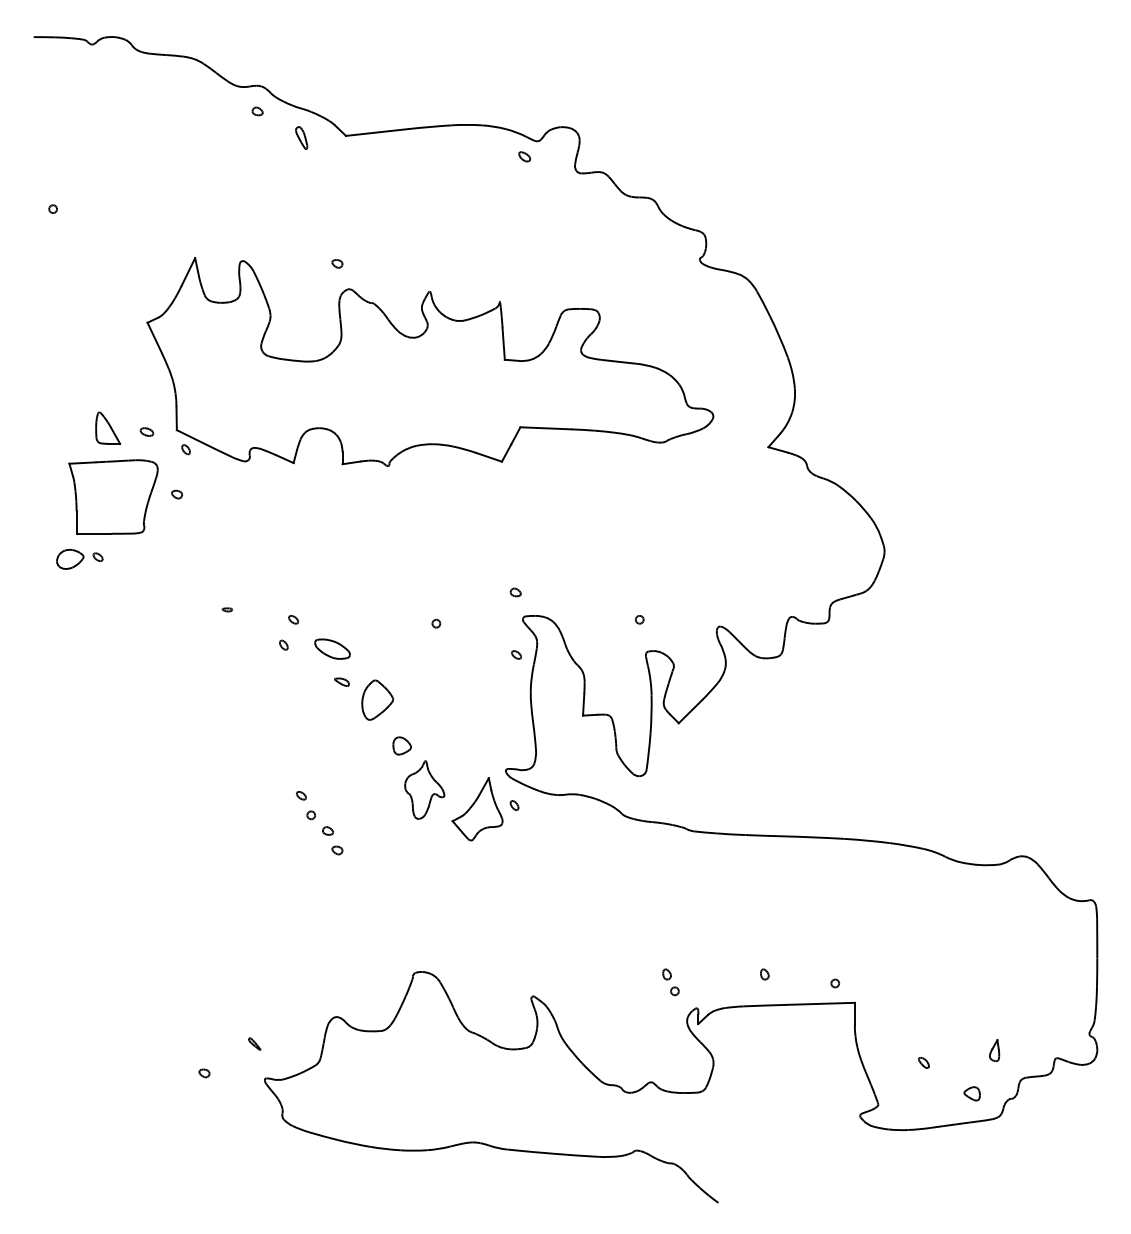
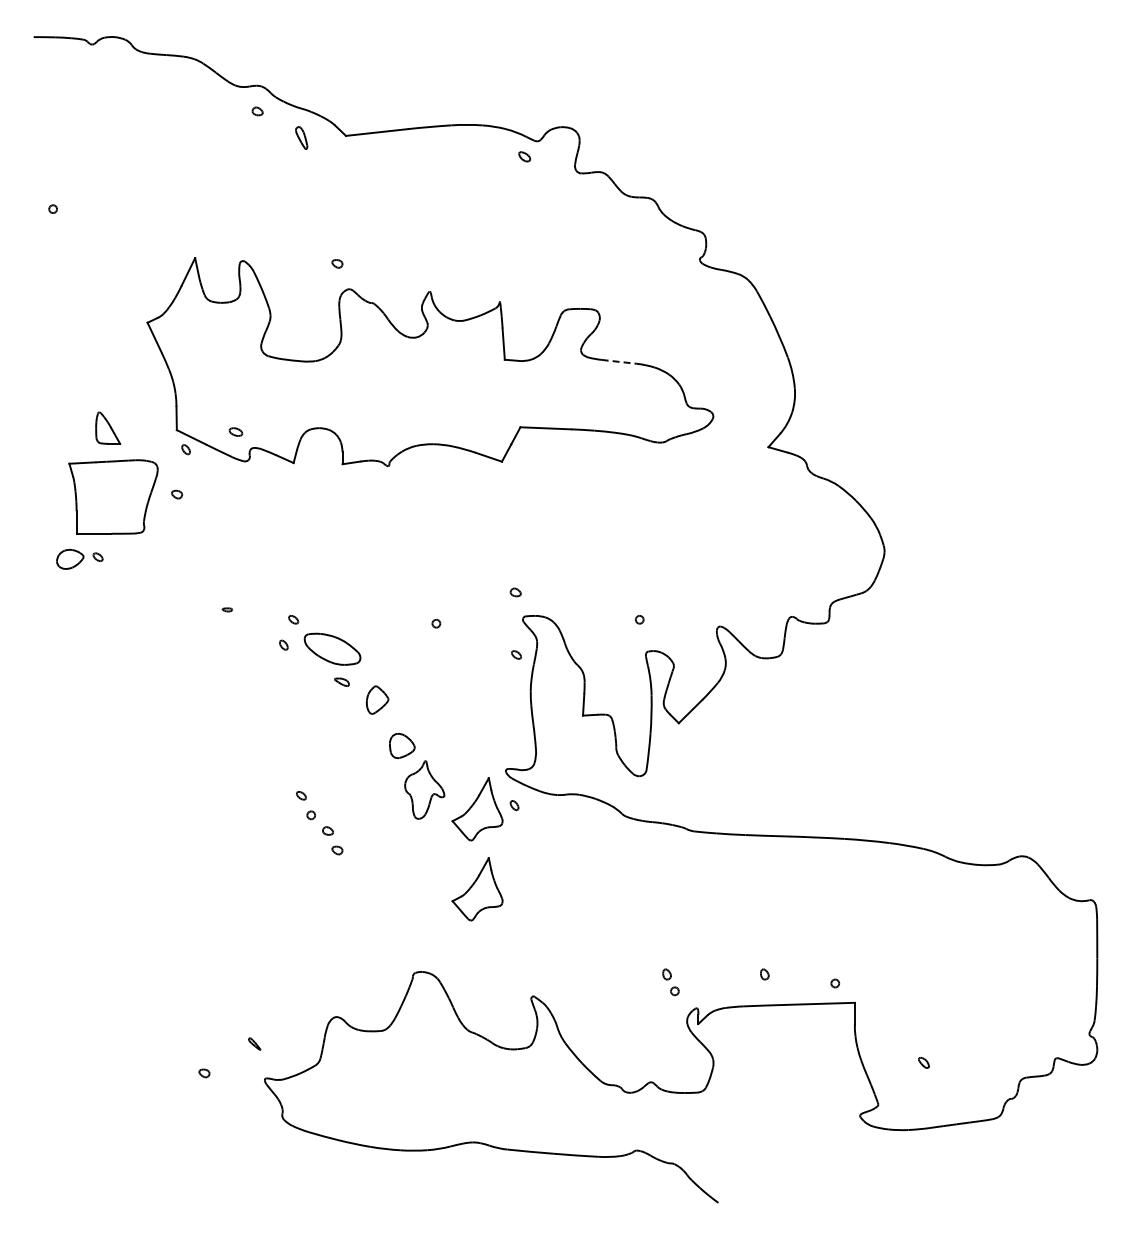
arc at (619, 361): solid -> dashed
part at (146, 431) position: (146, 431) -> (235, 431)
part at (332, 648) size: 37x22 px -> 59x34 px
part at (377, 699) size: 33x42 px -> 24x30 px
part at (401, 745) size: 20x20 px -> 27x27 px
part at (477, 889): none -> present
part at (994, 1050): present -> none
part at (971, 1093): present -> none
